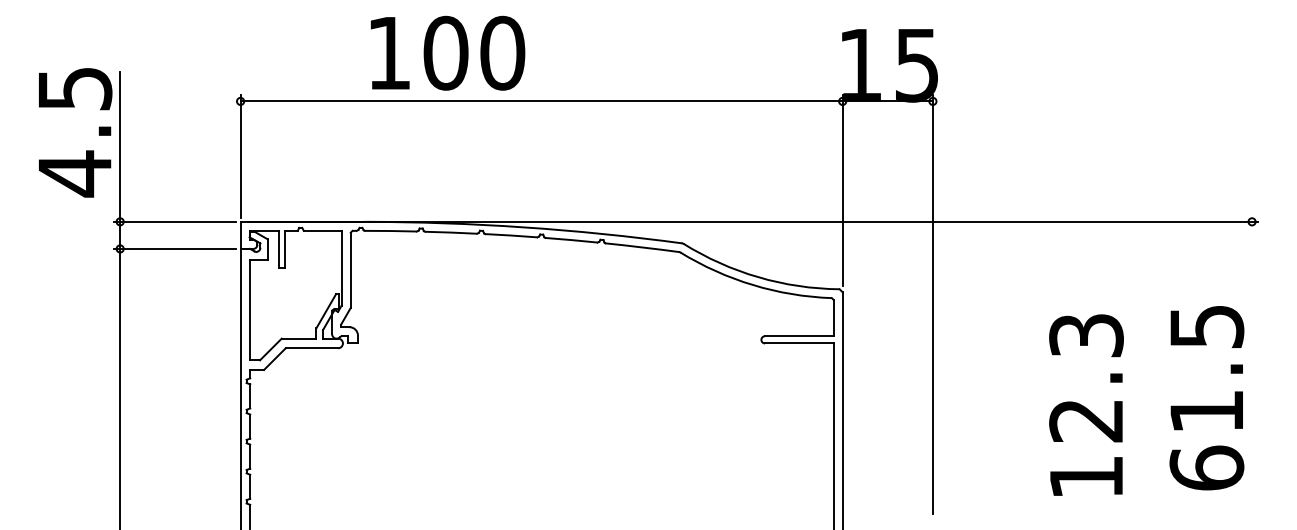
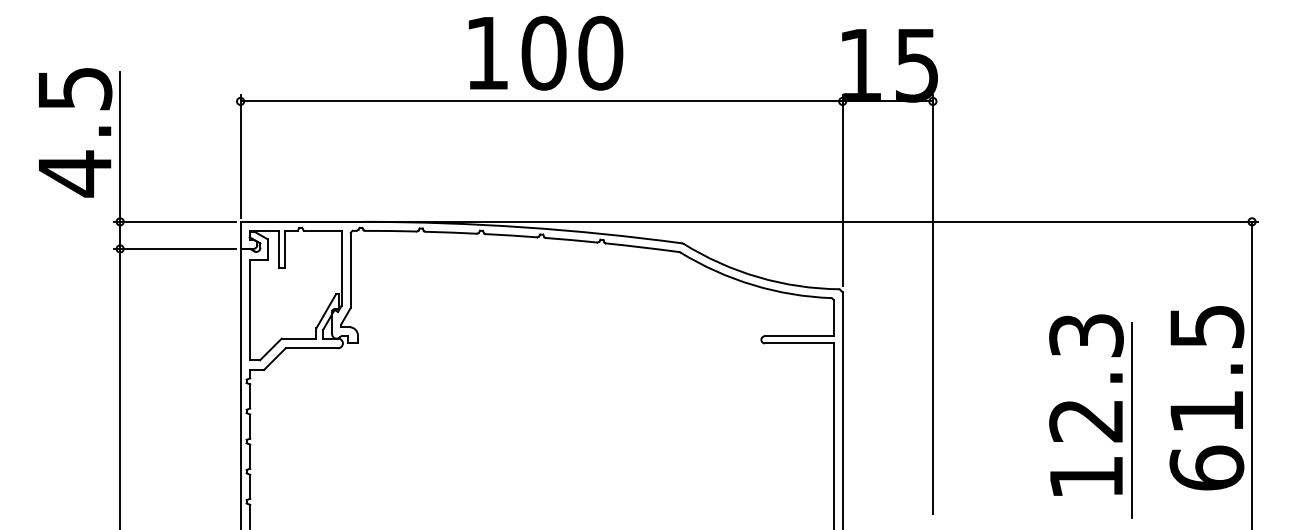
text at (447, 52) position: (447, 52) -> (545, 52)
line at (1252, 373): none -> present
line at (1131, 420): none -> present
